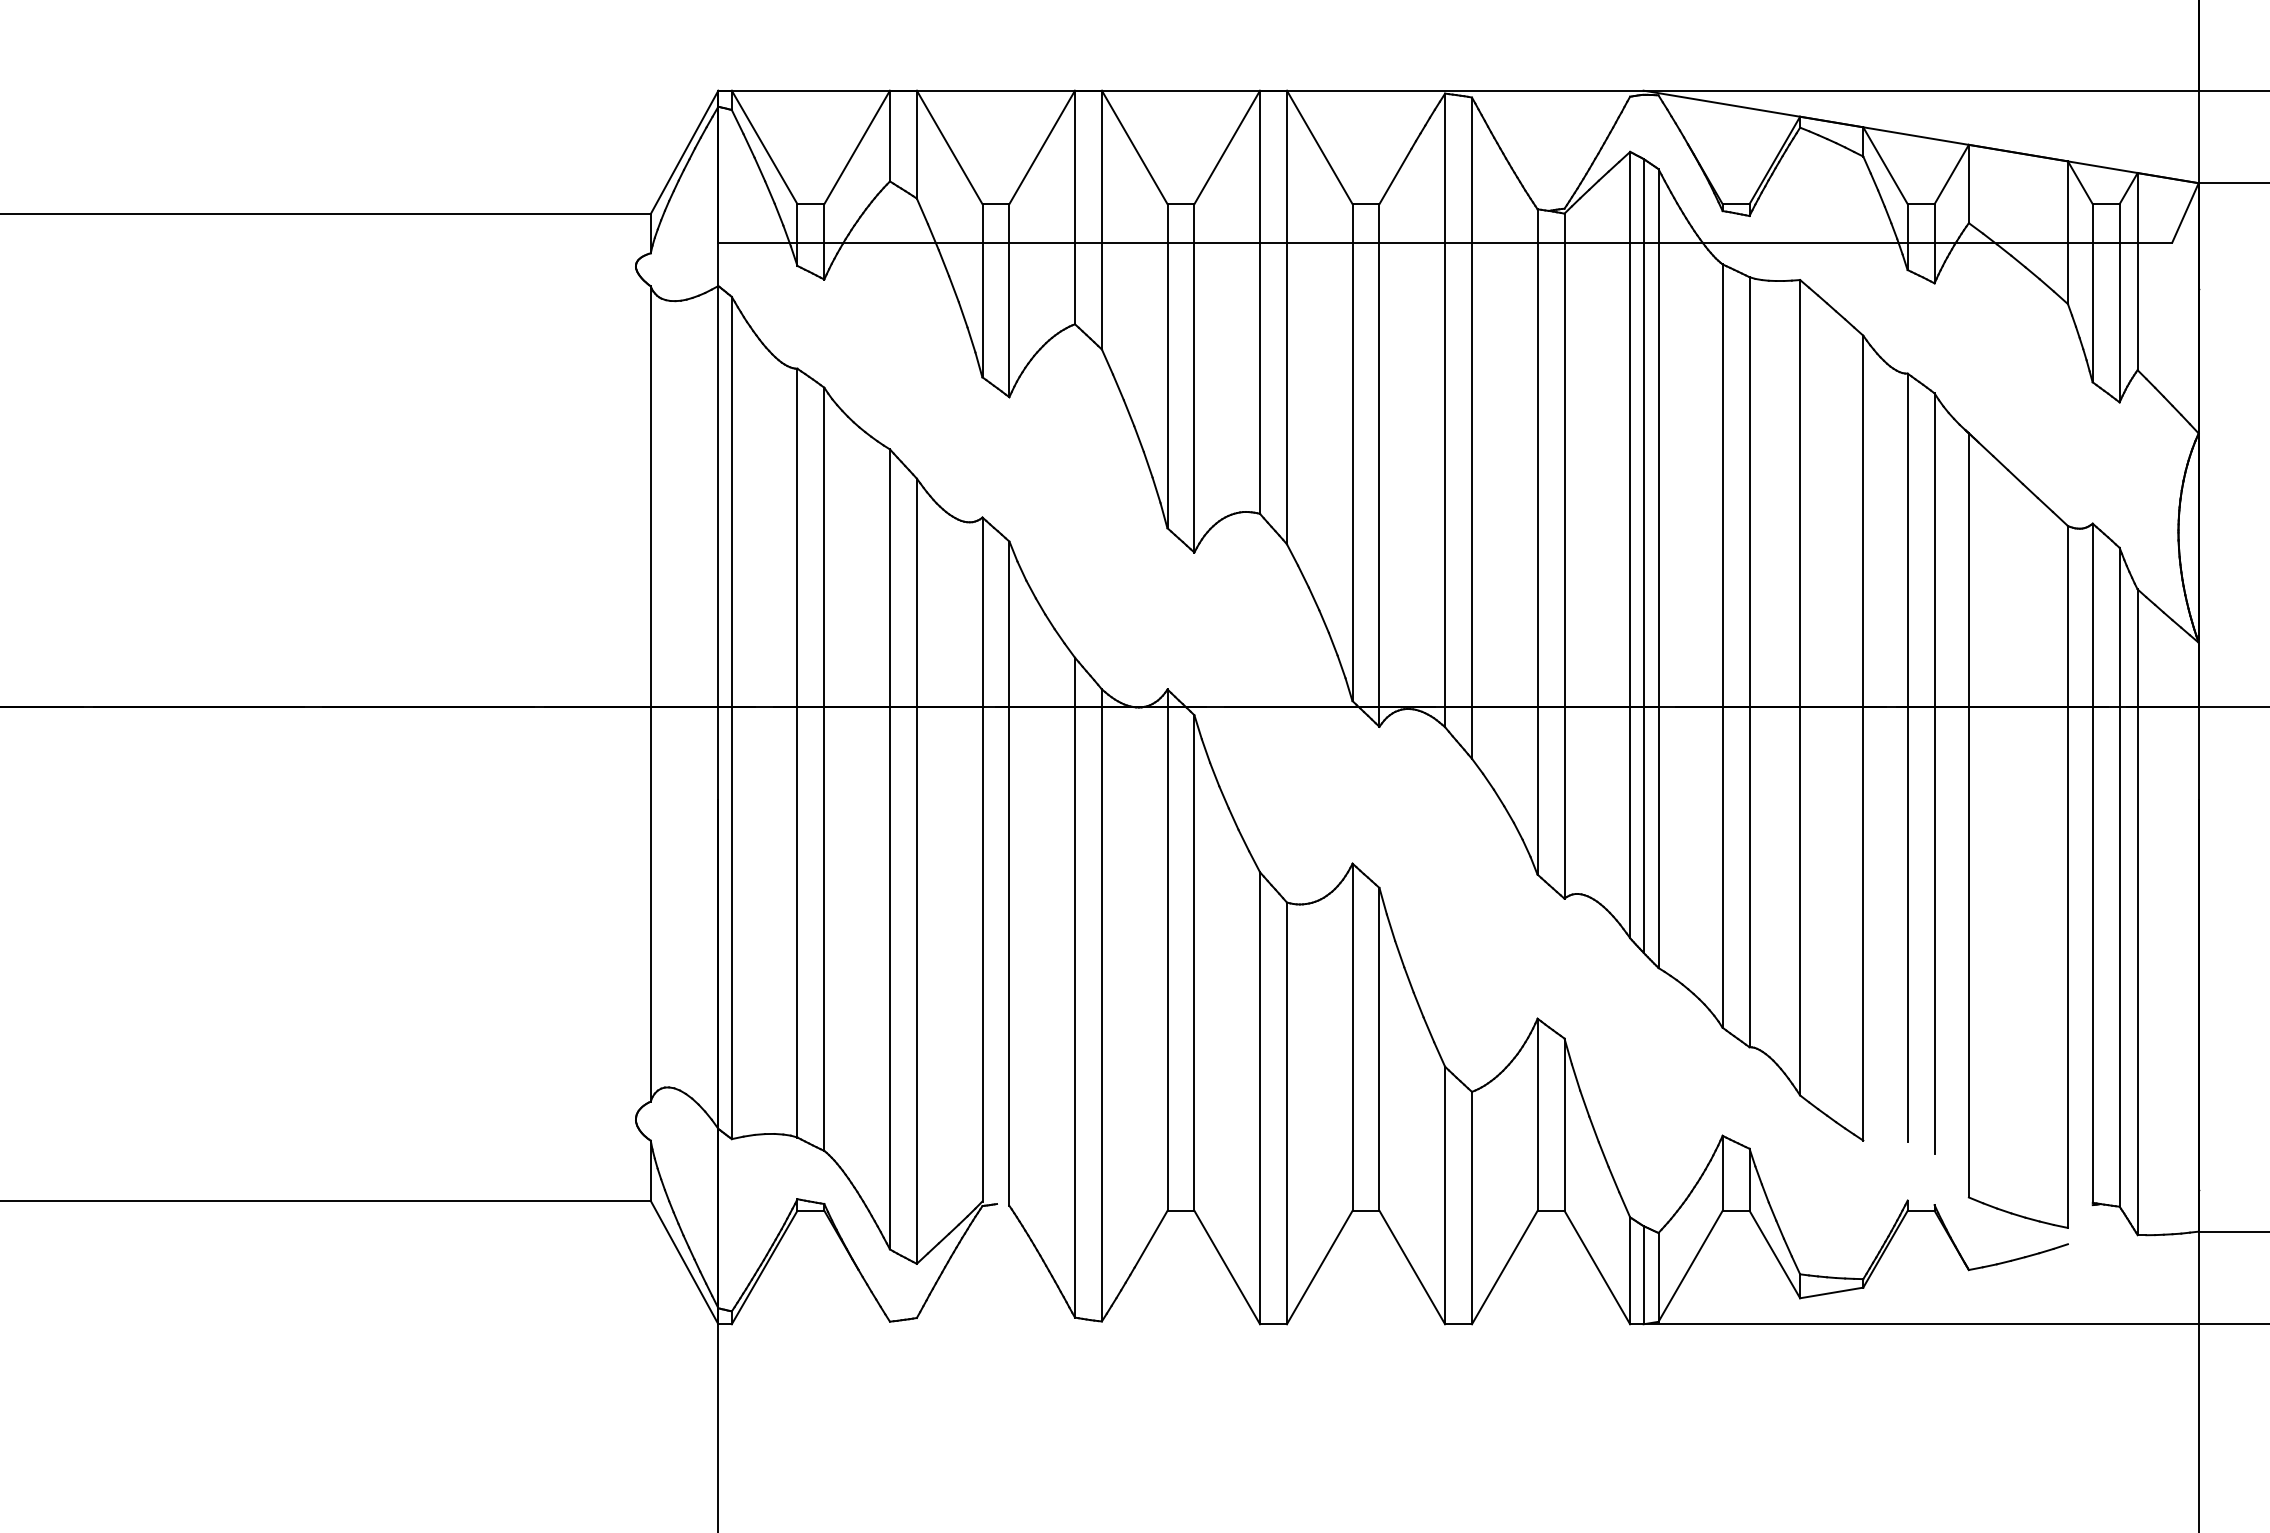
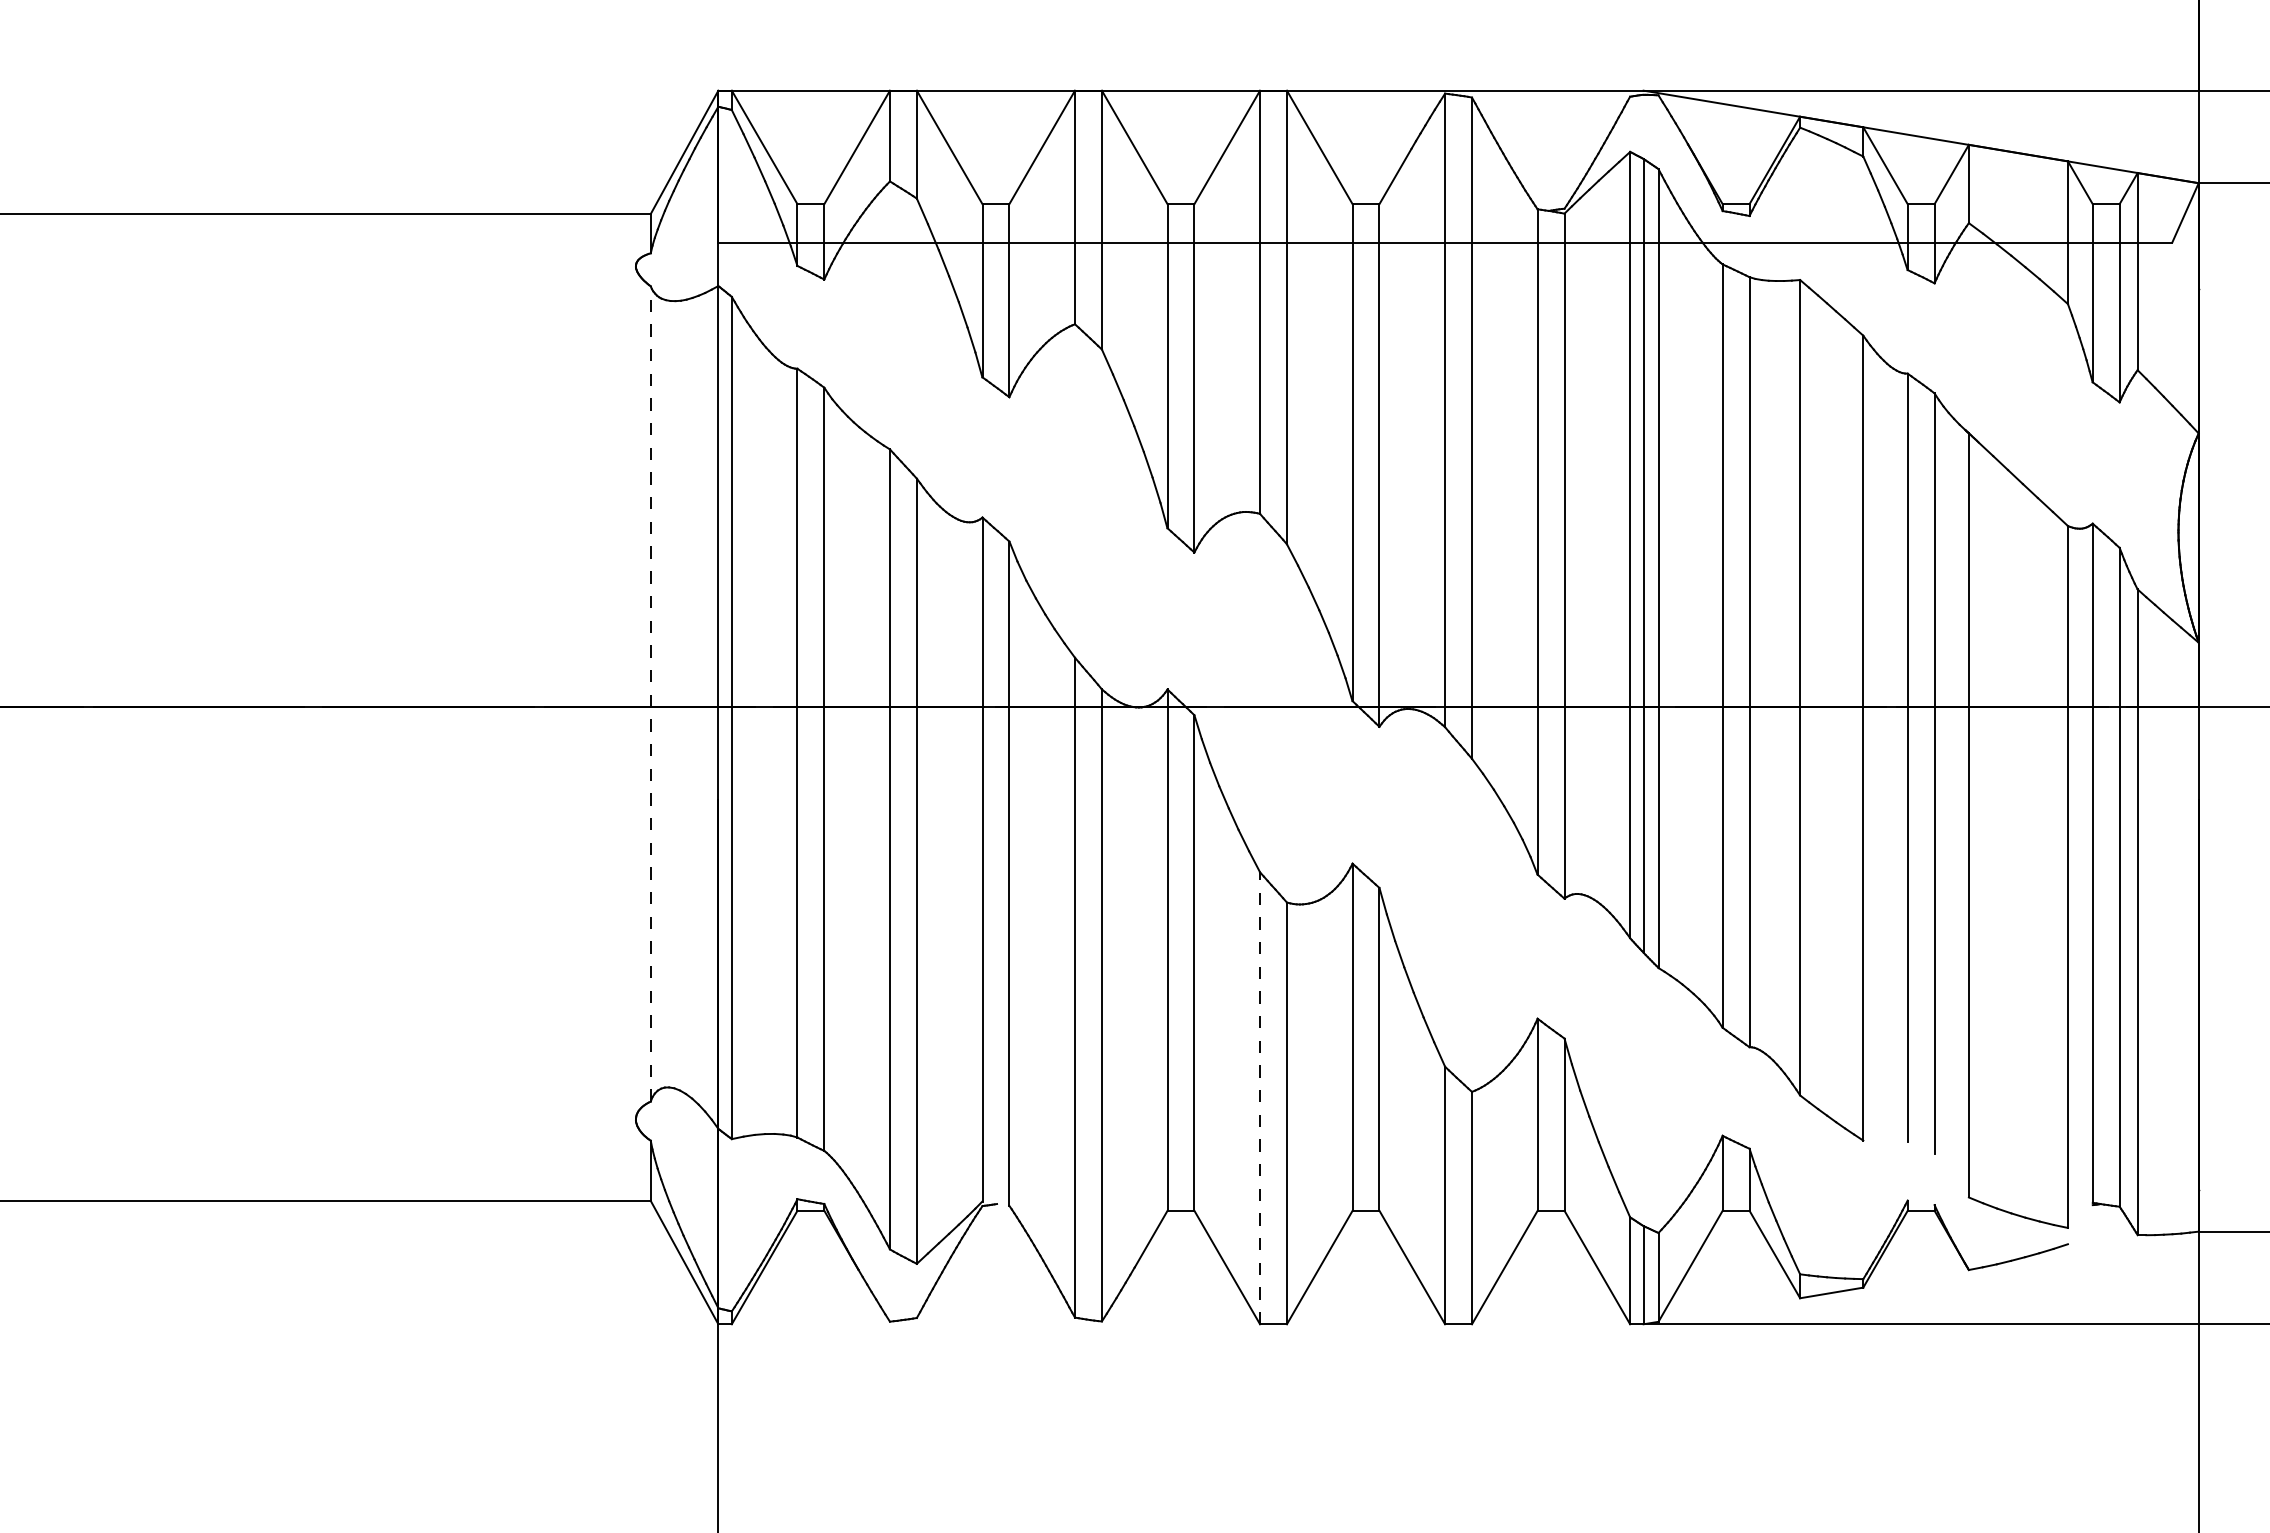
line at (650, 693): solid -> dashed
line at (1260, 1098): solid -> dashed
